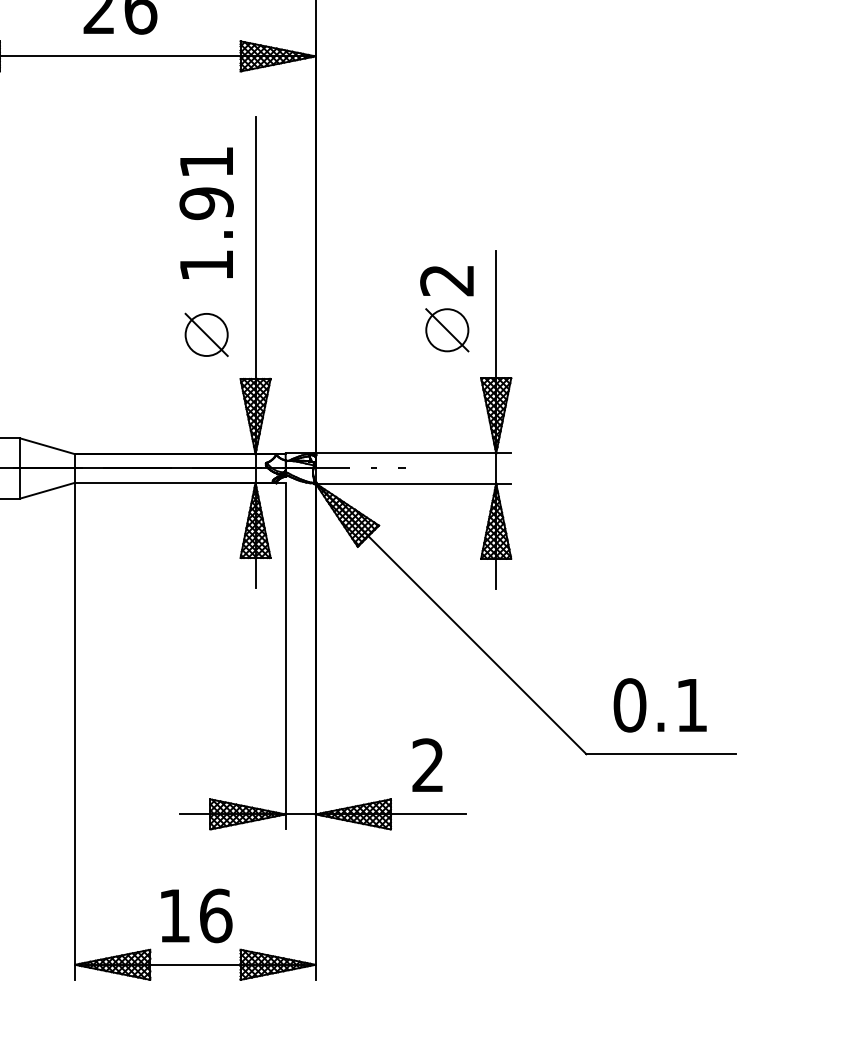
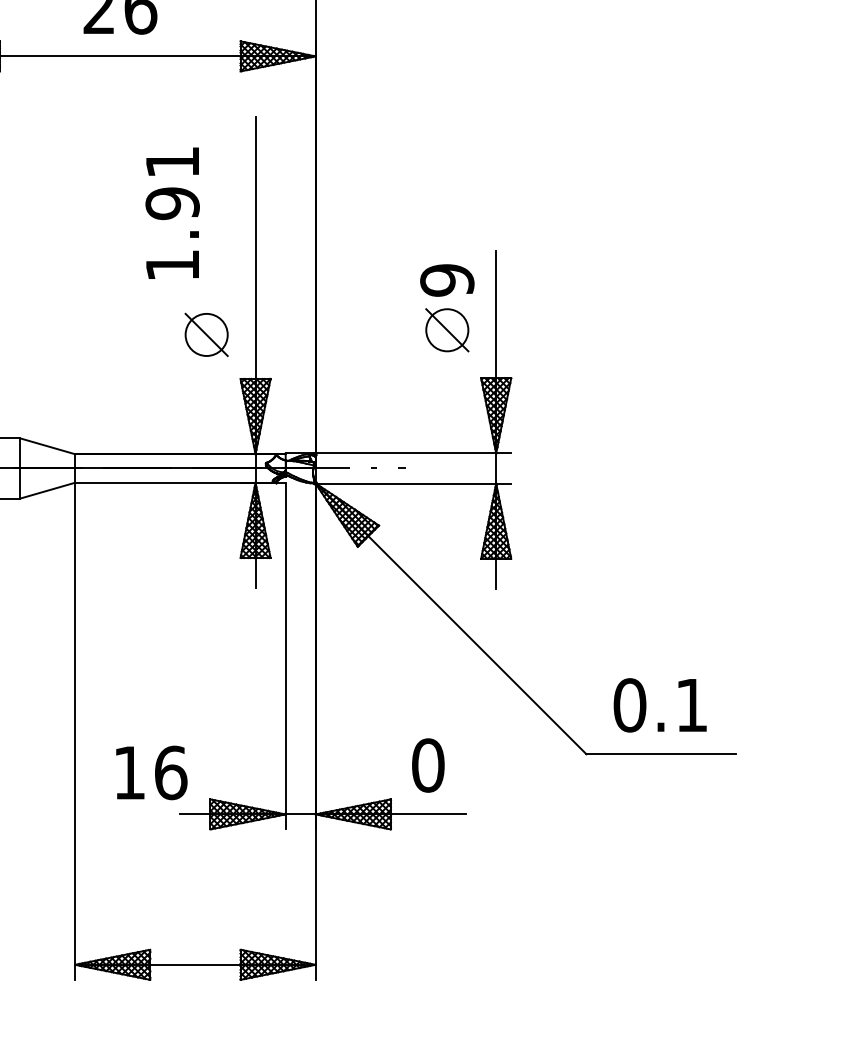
text at (206, 212) position: (206, 212) -> (172, 212)
text at (447, 280): 2 -> 9
text at (428, 765): 2 -> 0
text at (196, 915) position: (196, 915) -> (151, 772)
